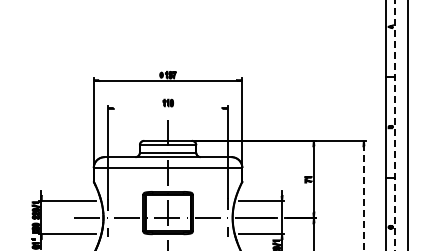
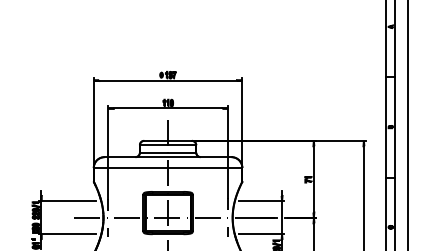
line at (167, 108): none -> present
line at (394, 125): dashed -> solid
line at (363, 198): dashed -> solid
